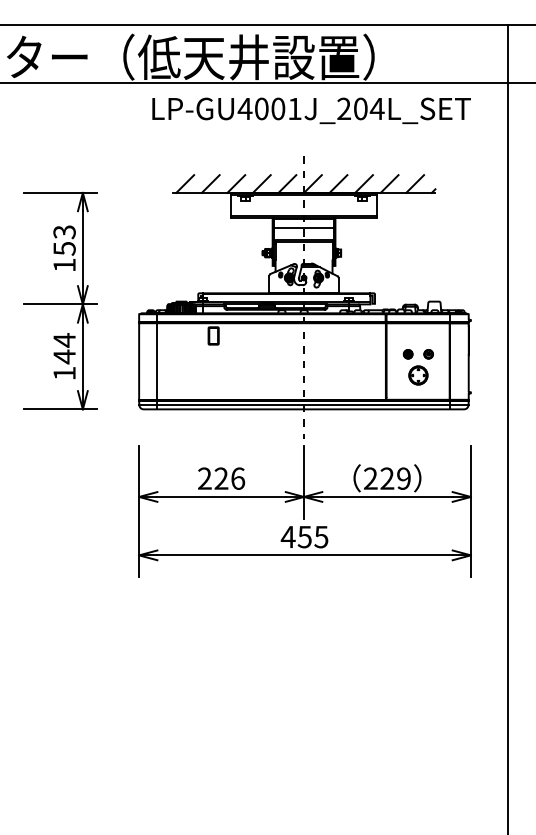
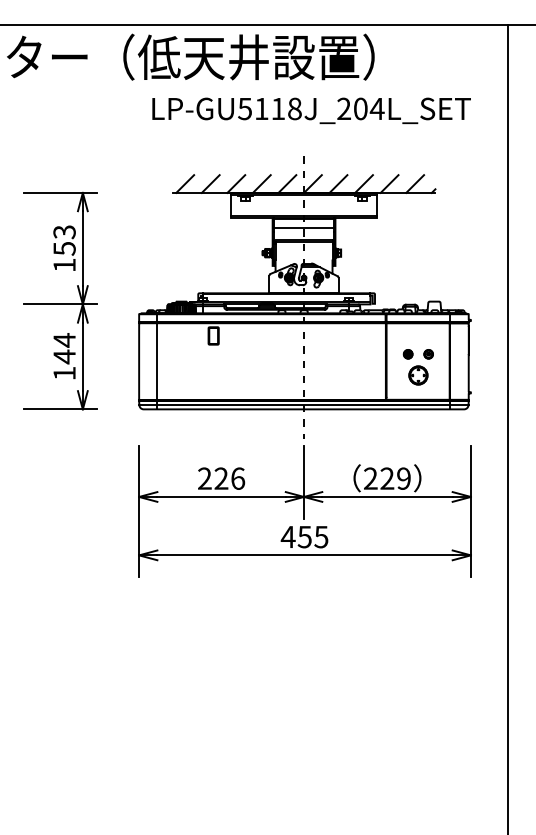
line at (267, 83): present -> none
text at (269, 108): LP-GU4001J_204L_SET -> LP-GU5118J_204L_SET
